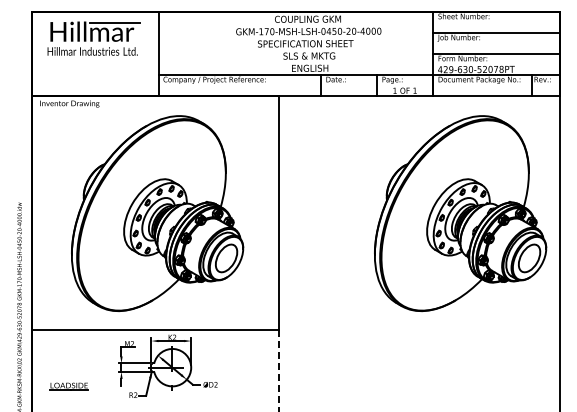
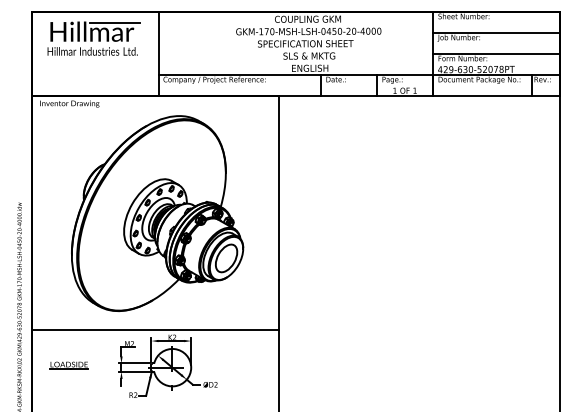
part at (460, 213): present -> none
line at (279, 370): dashed -> solid
part at (68, 386) position: (68, 386) -> (68, 365)
